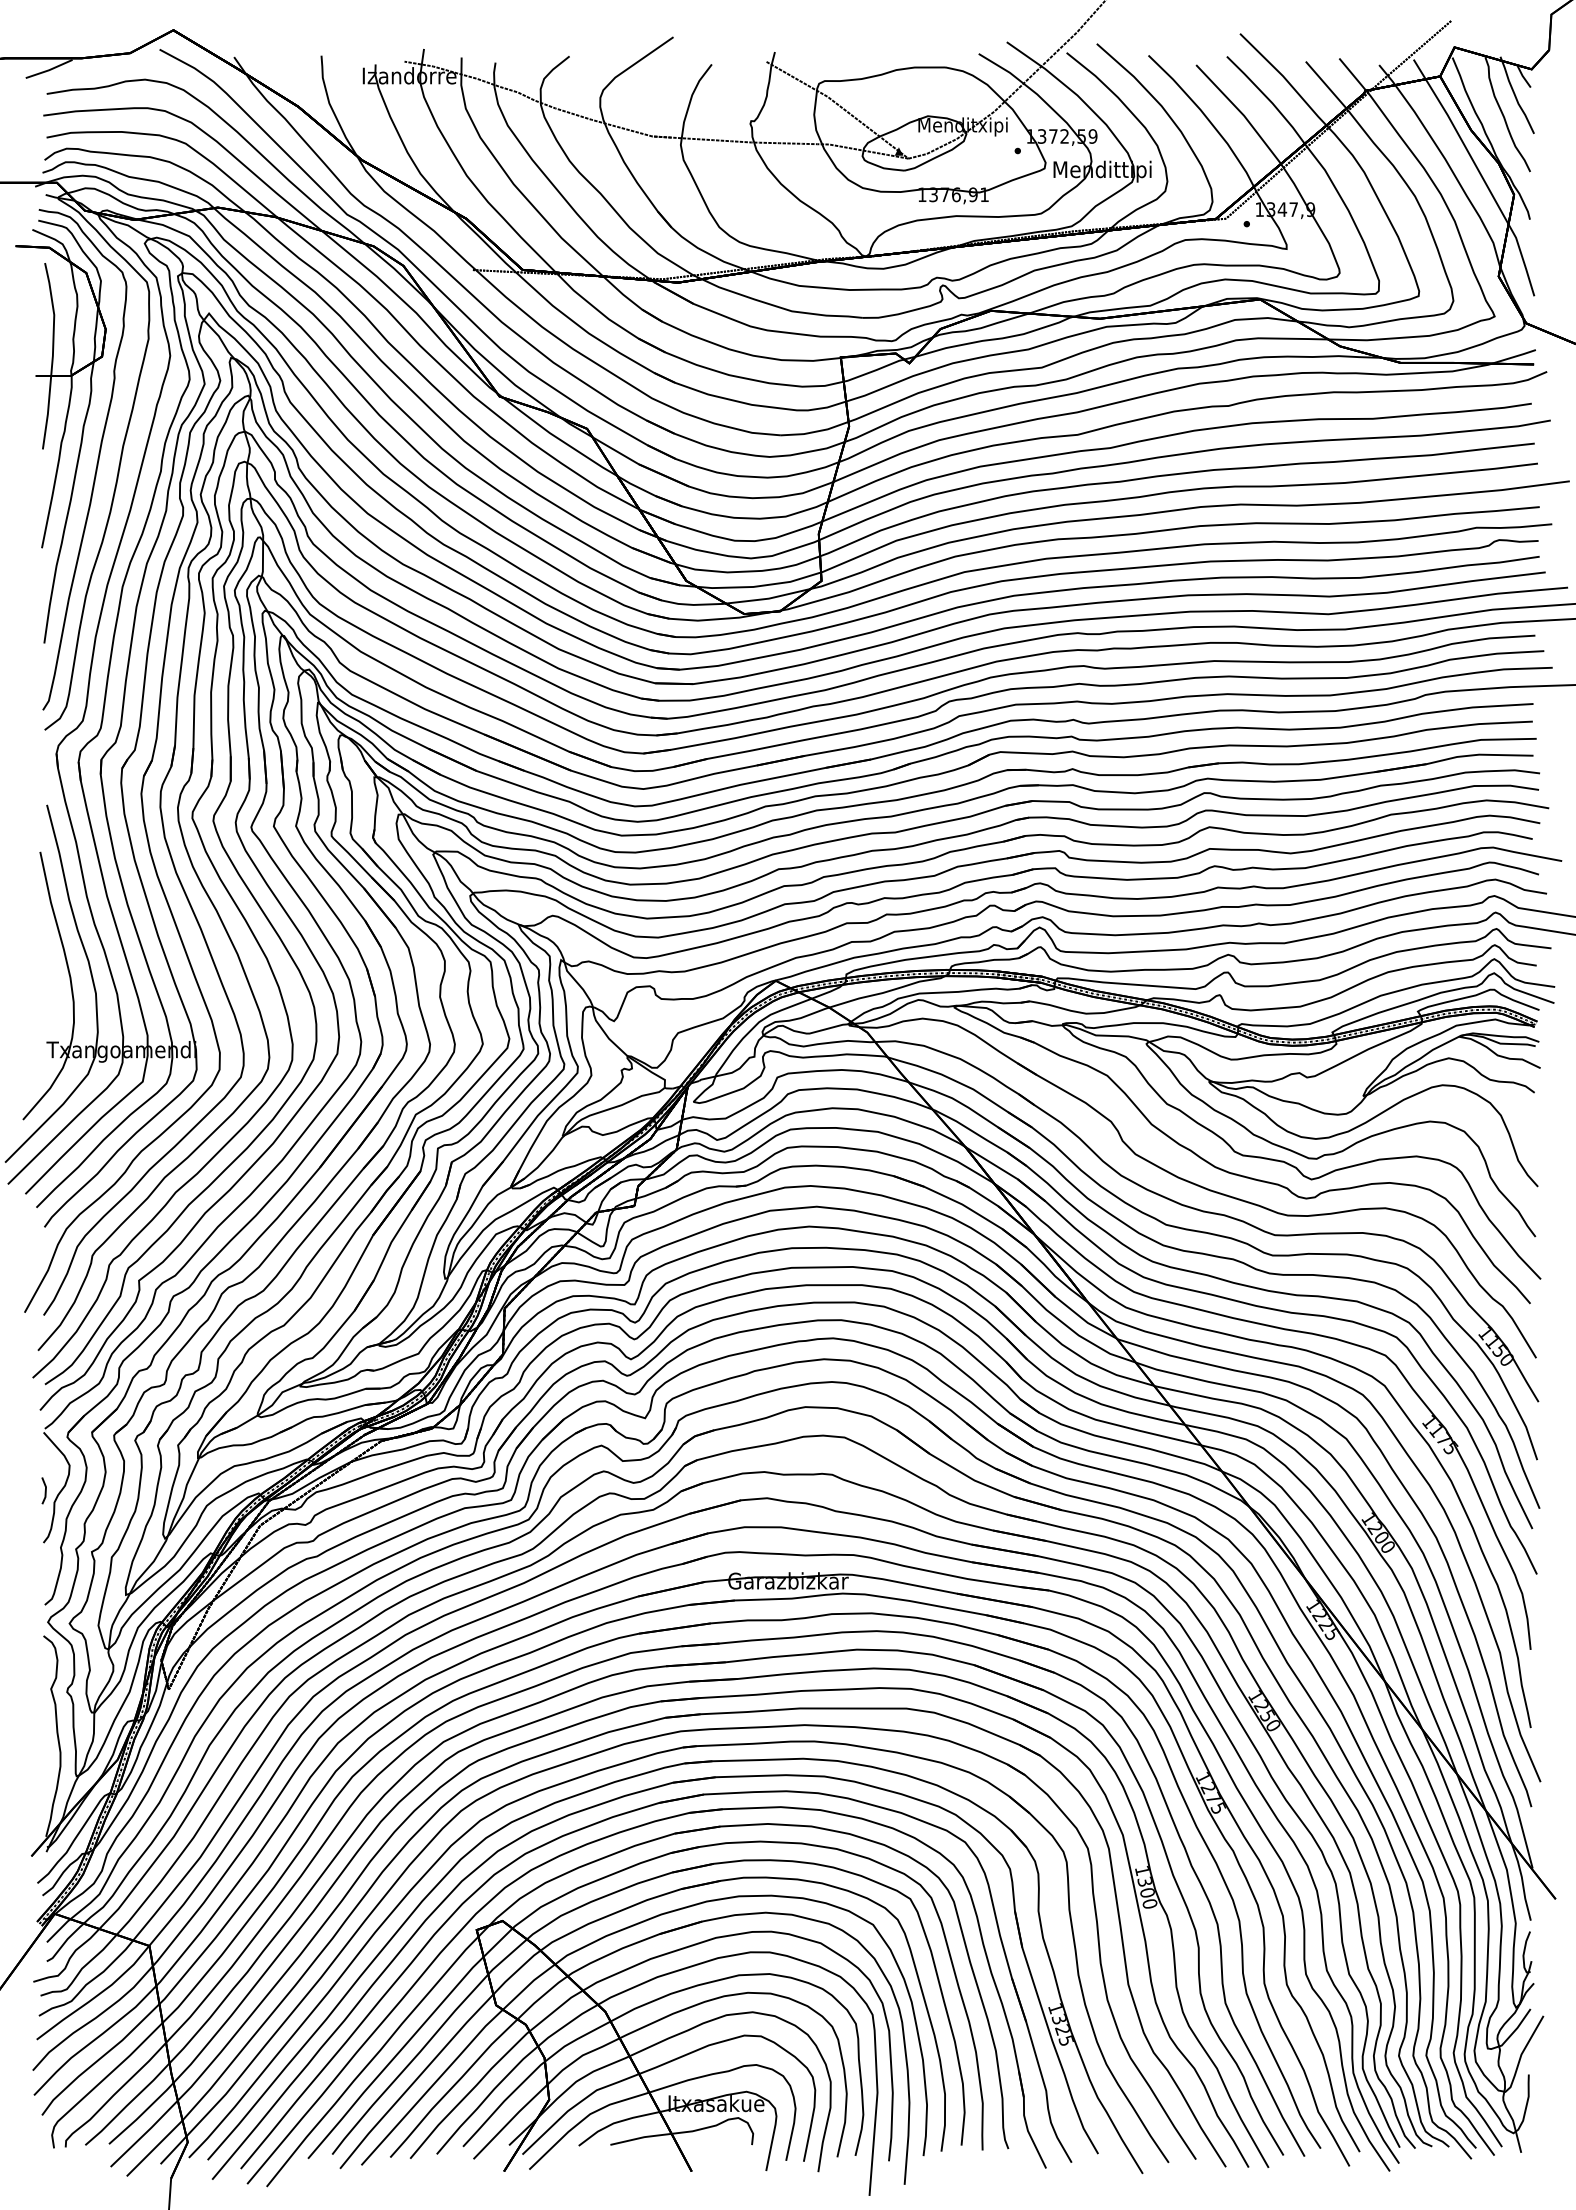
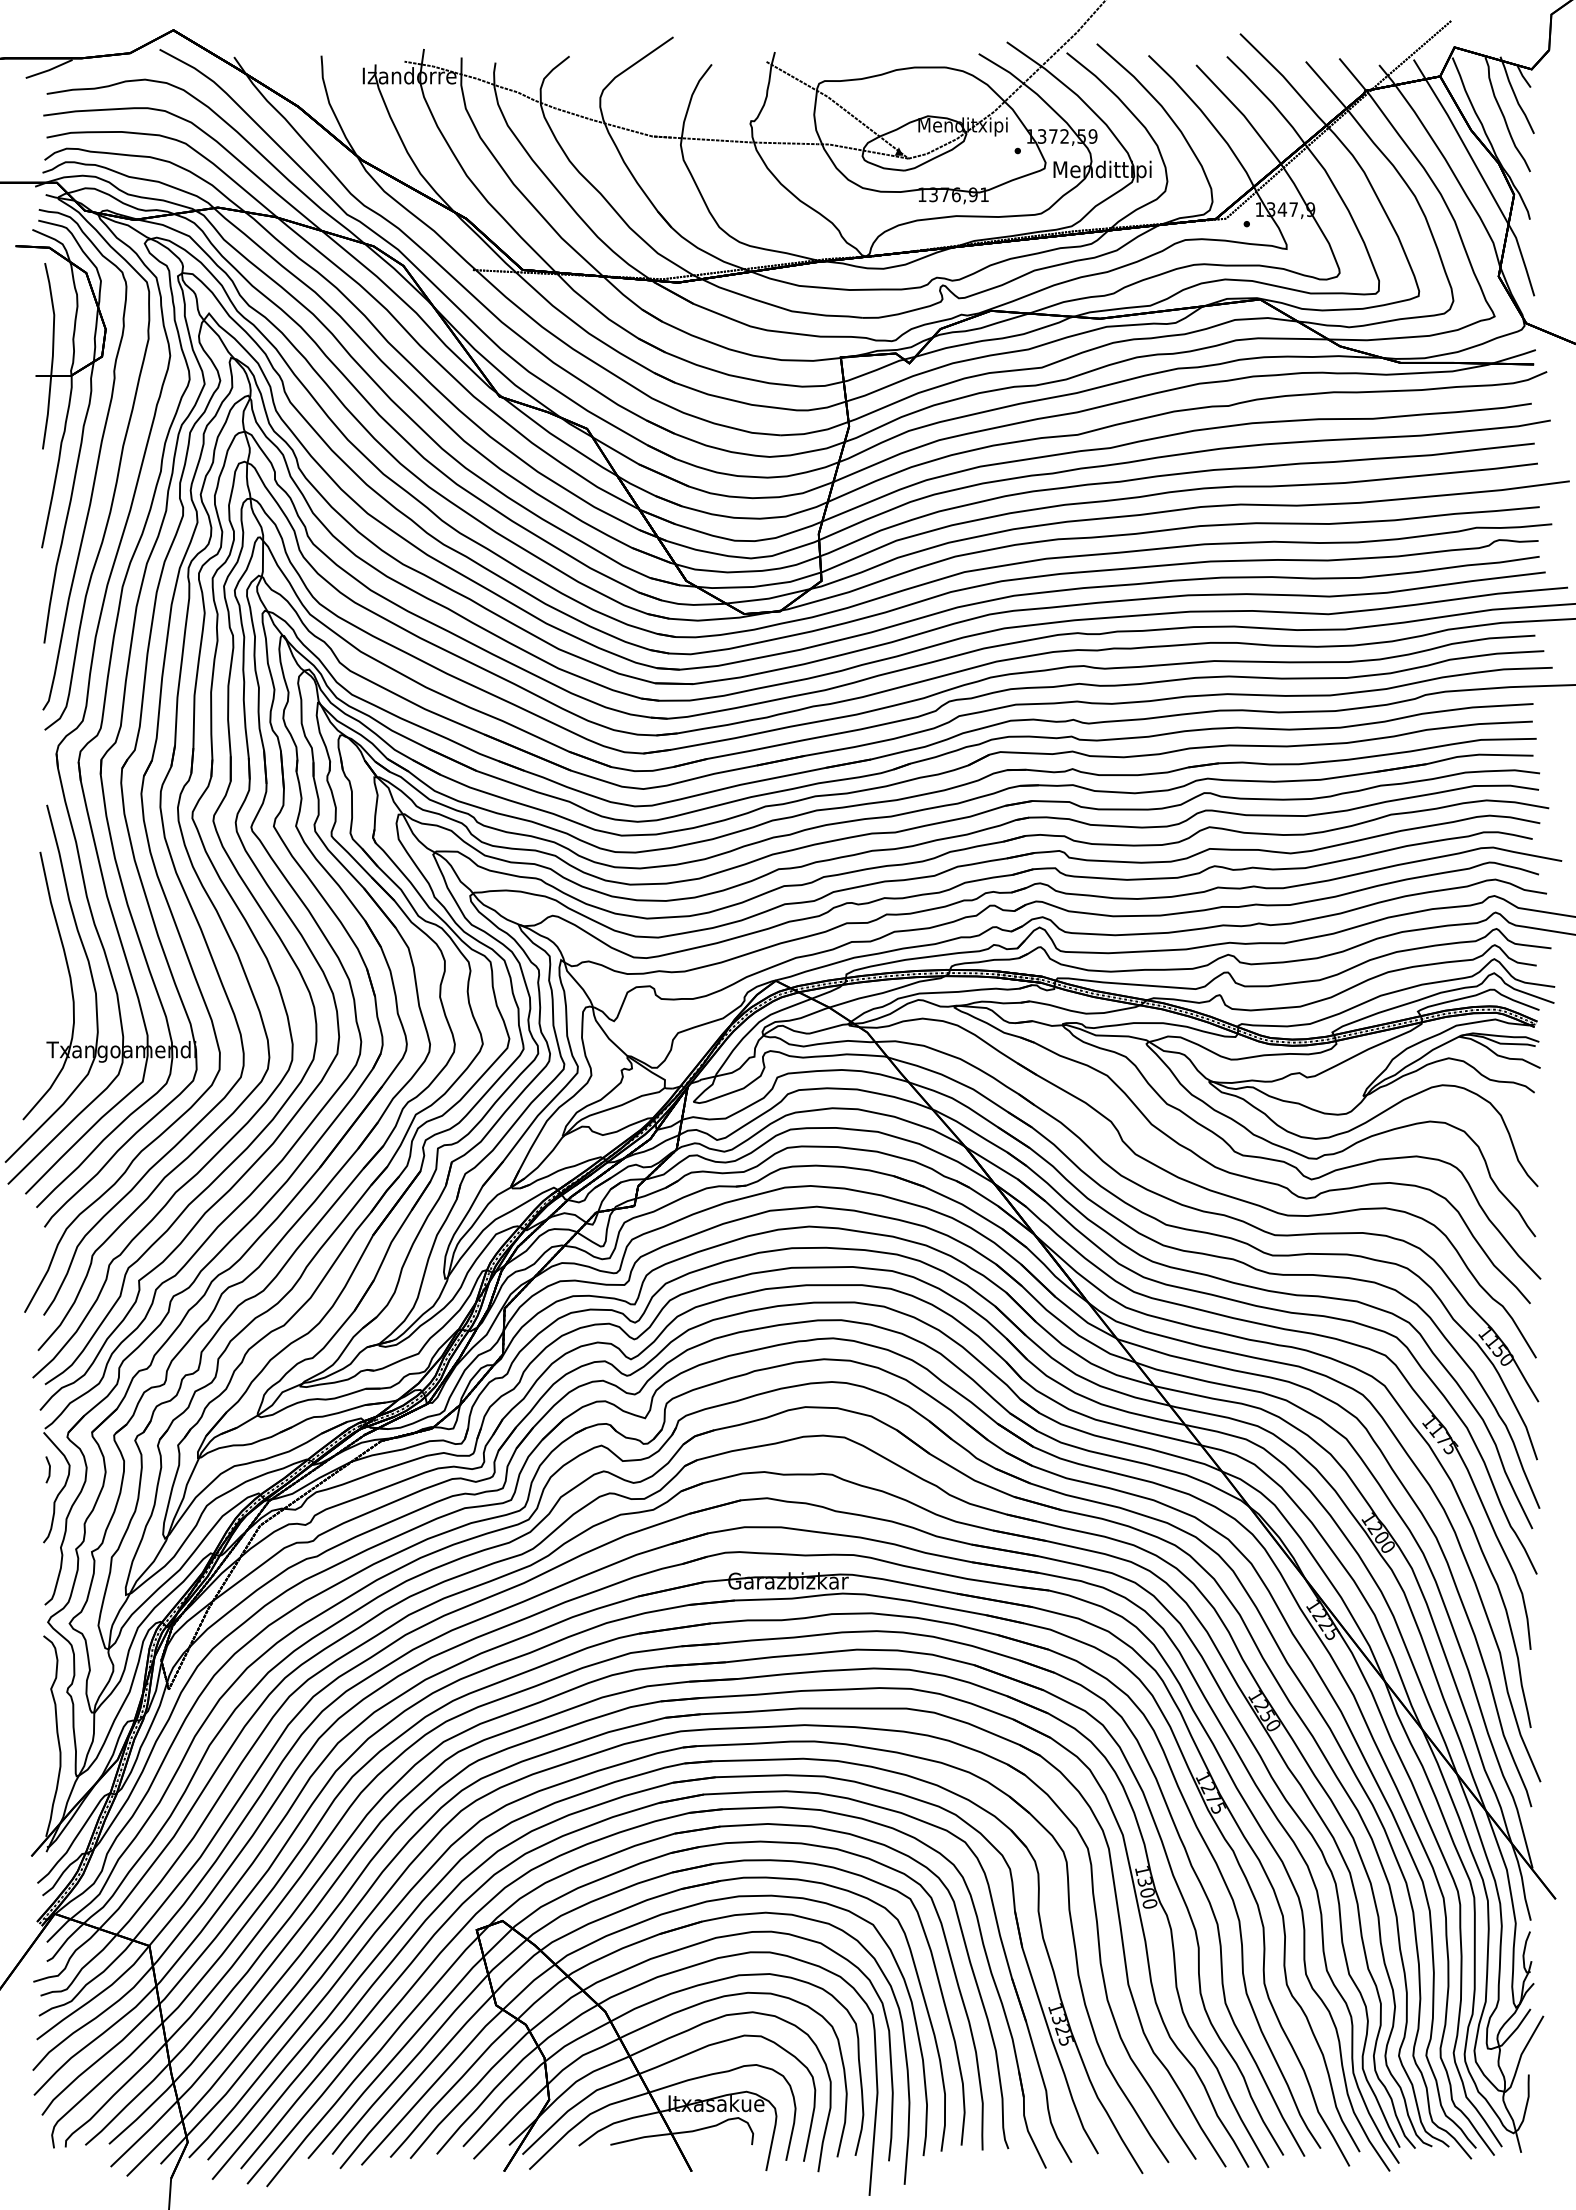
line at (44, 1491) position: (44, 1491) -> (48, 1470)
